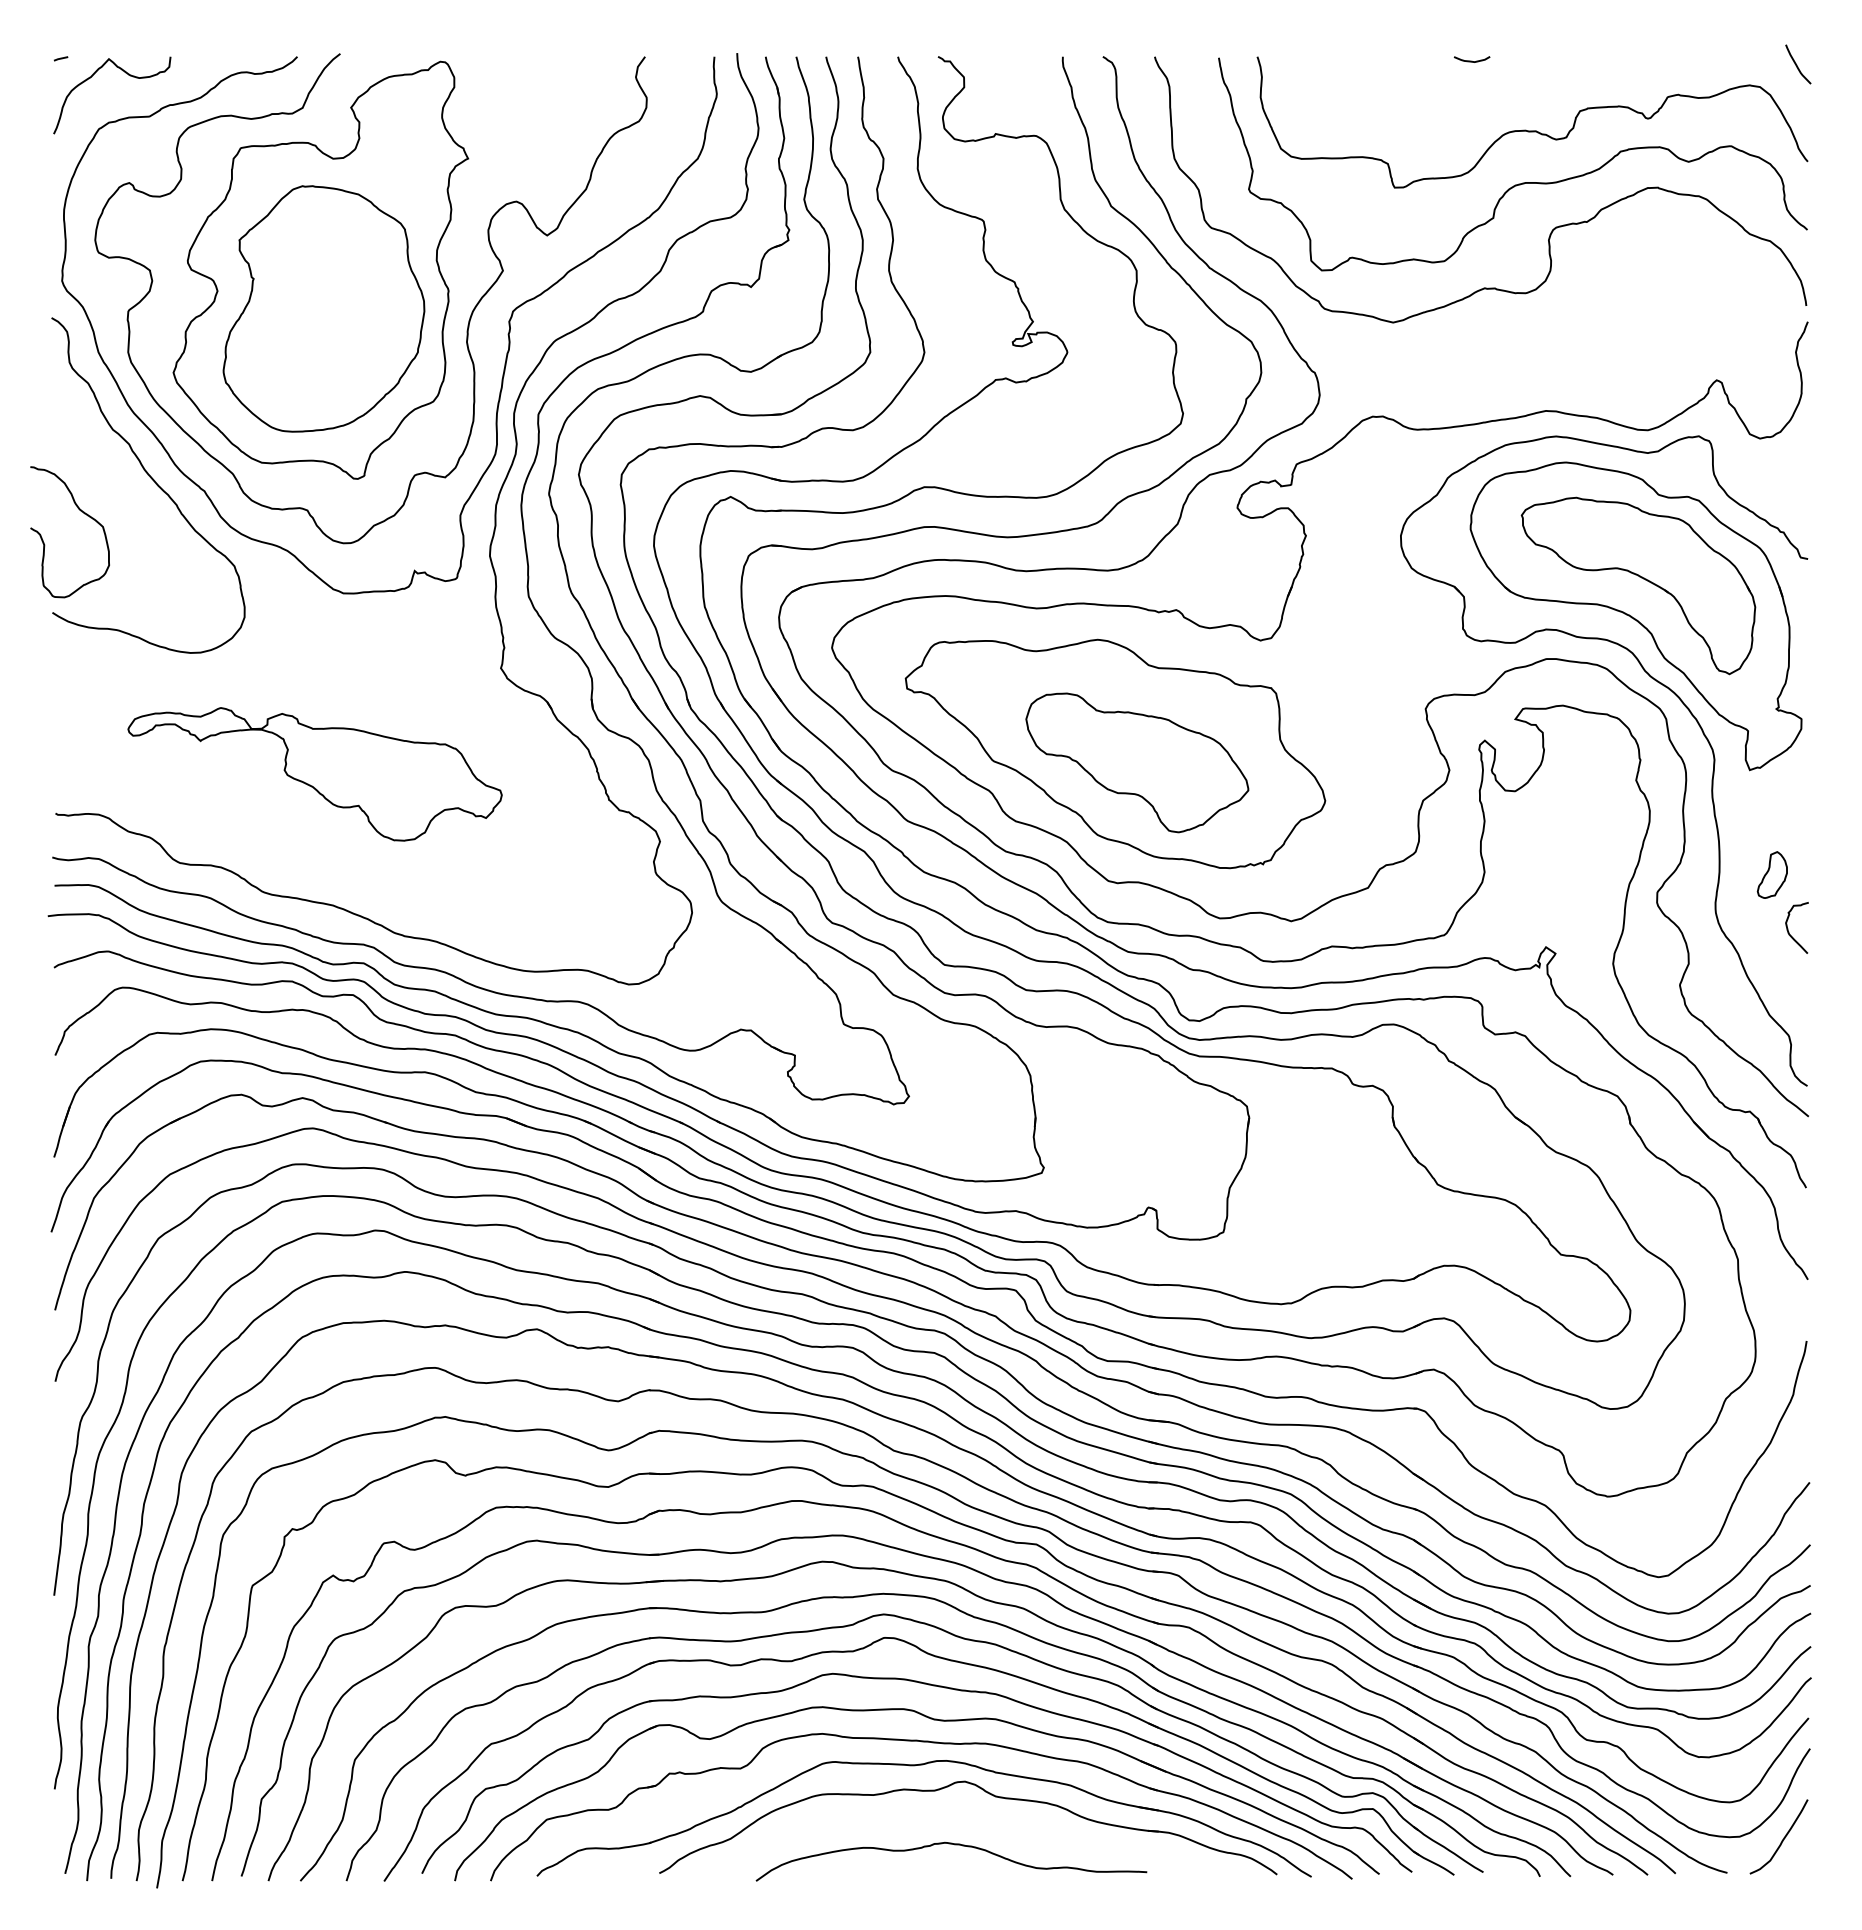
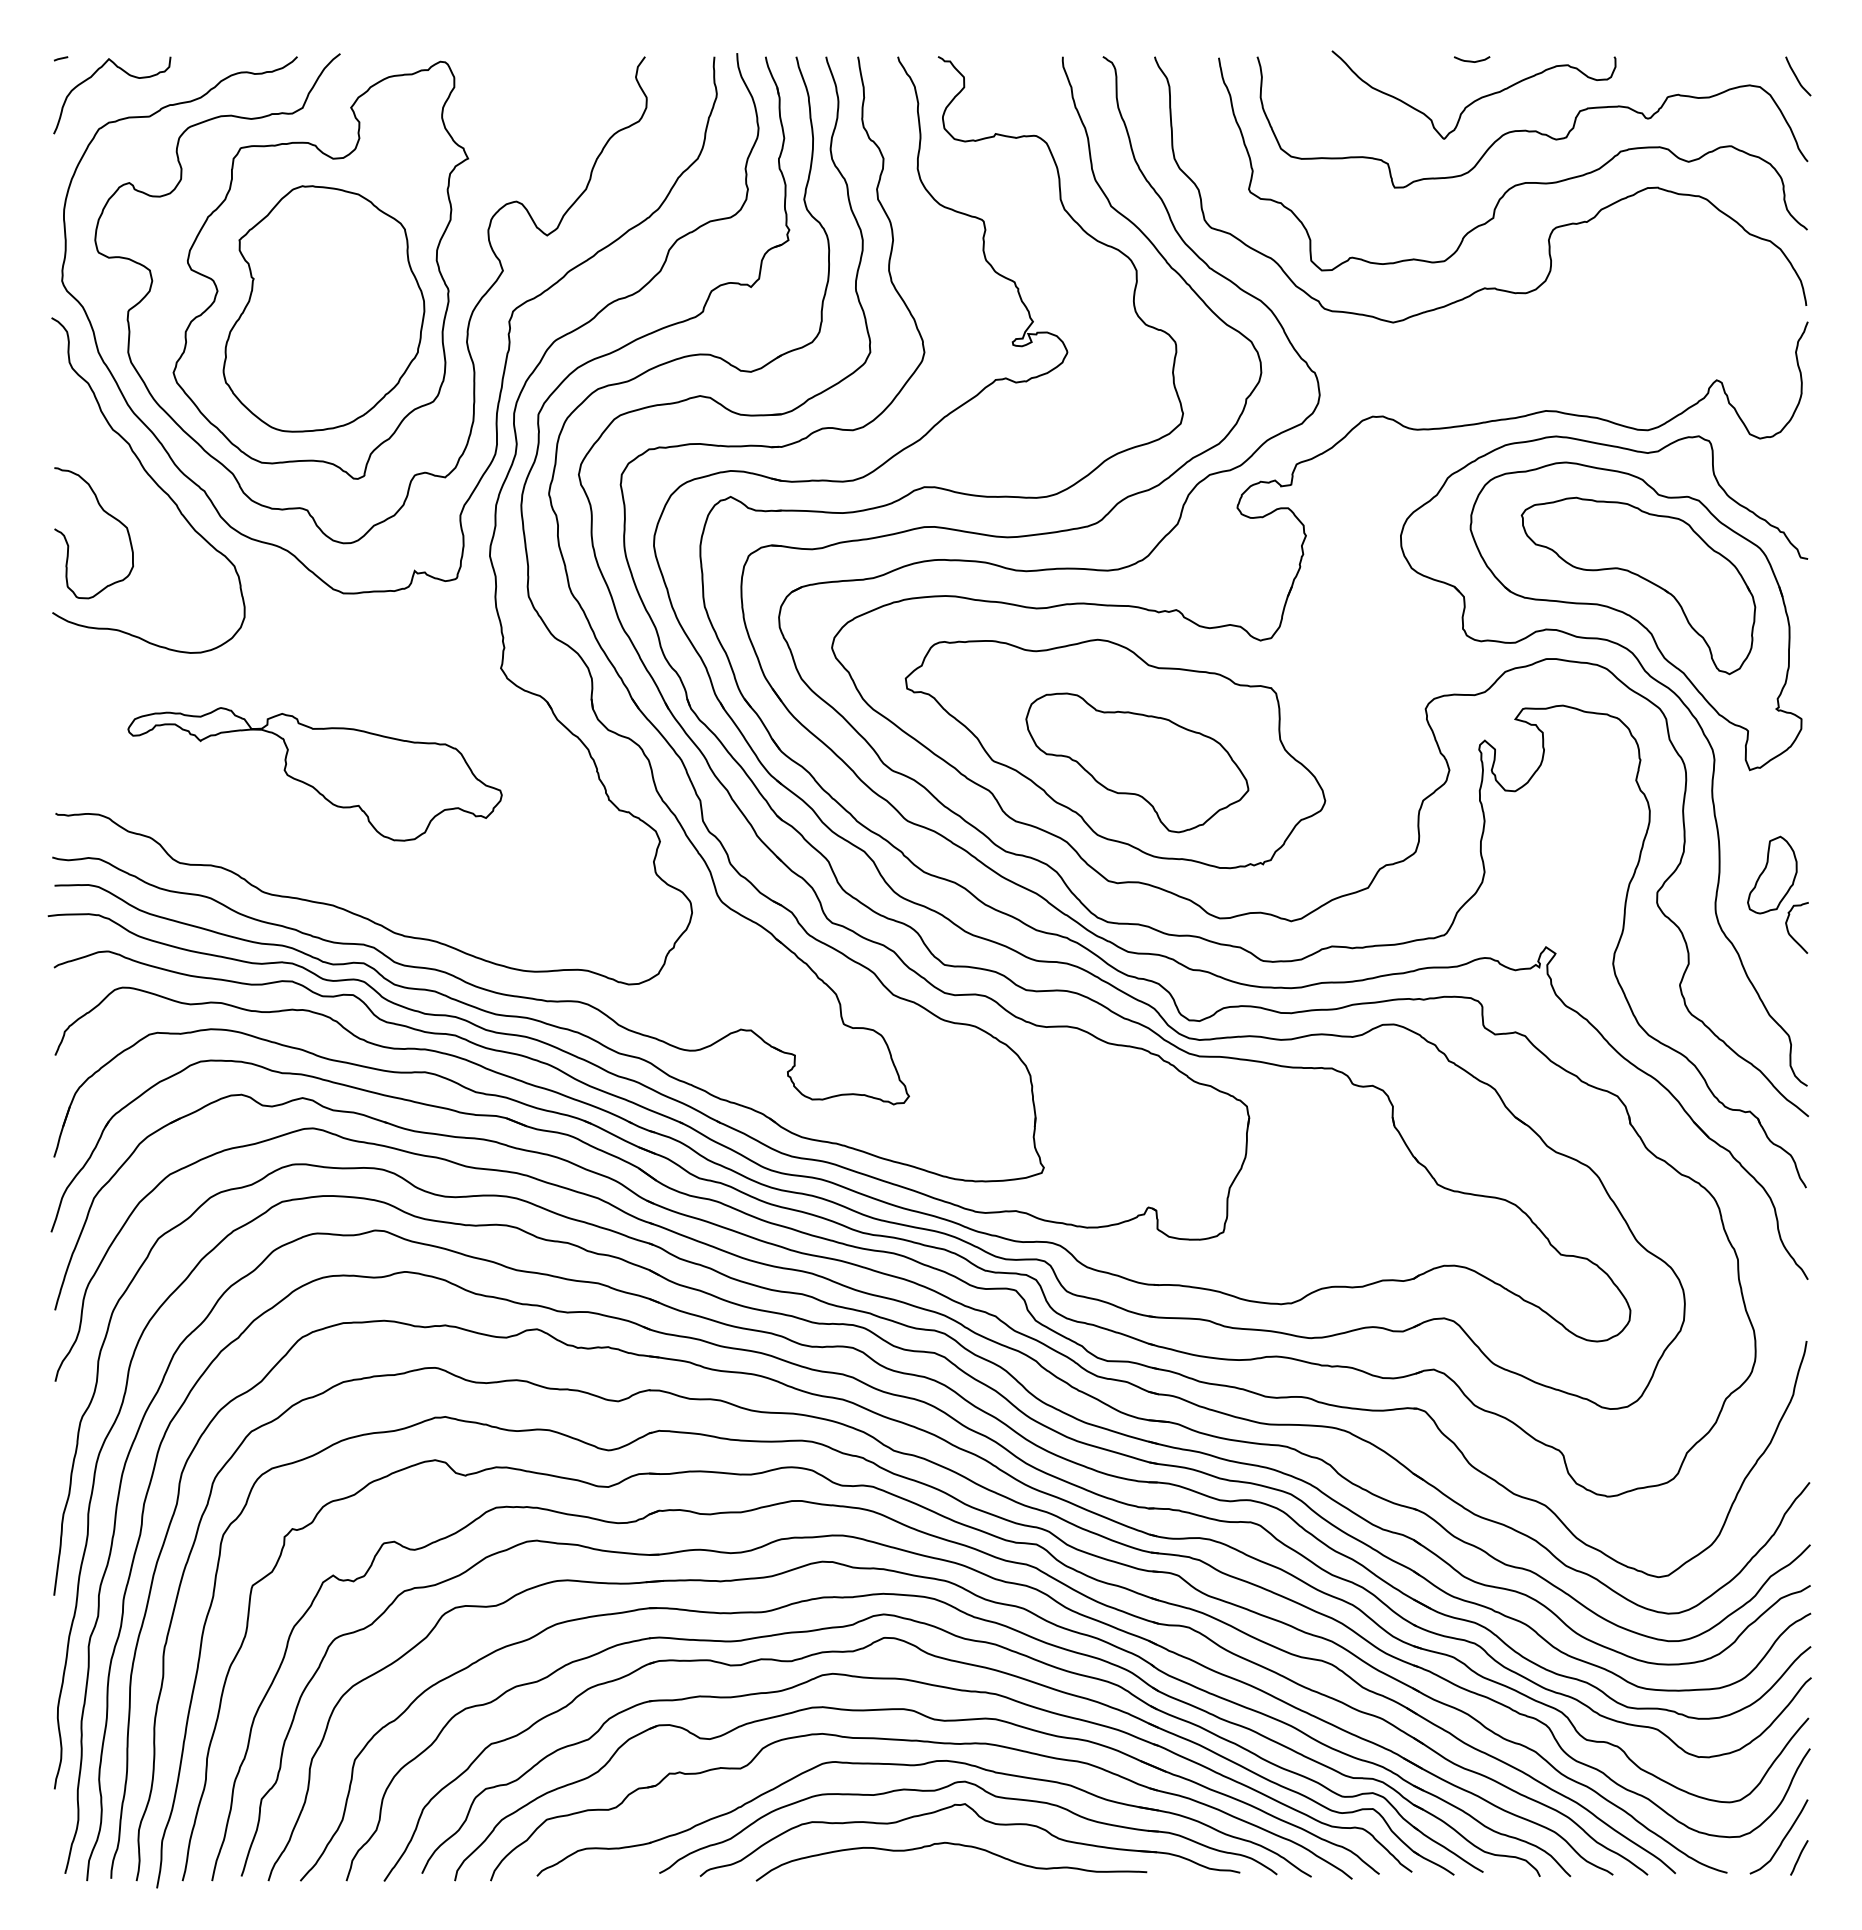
curve at (1797, 65) position: (1797, 65) -> (1797, 77)
curve at (1475, 99): none -> present
curve at (84, 514) position: (84, 514) -> (108, 515)
part at (1771, 874) size: 32x48 px -> 51x80 px
part at (983, 1820): none -> present
line at (1799, 1857): none -> present
